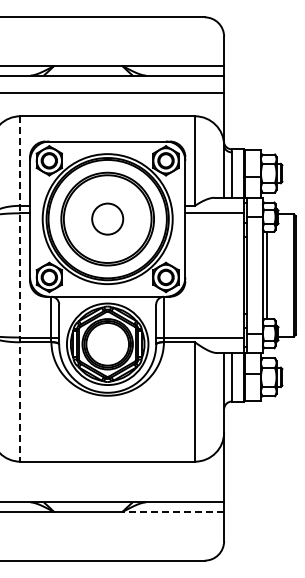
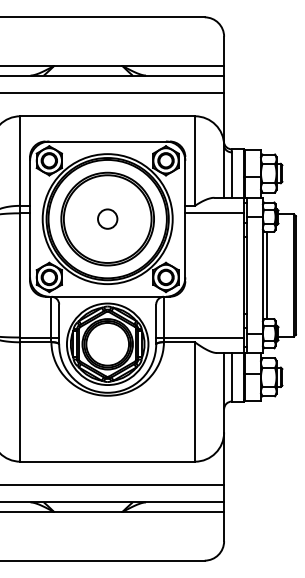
circle at (107, 218) diameter: 31 px -> 19 px
line at (20, 288): dashed -> solid
line at (113, 484): none -> present
line at (173, 512): dashed -> solid
